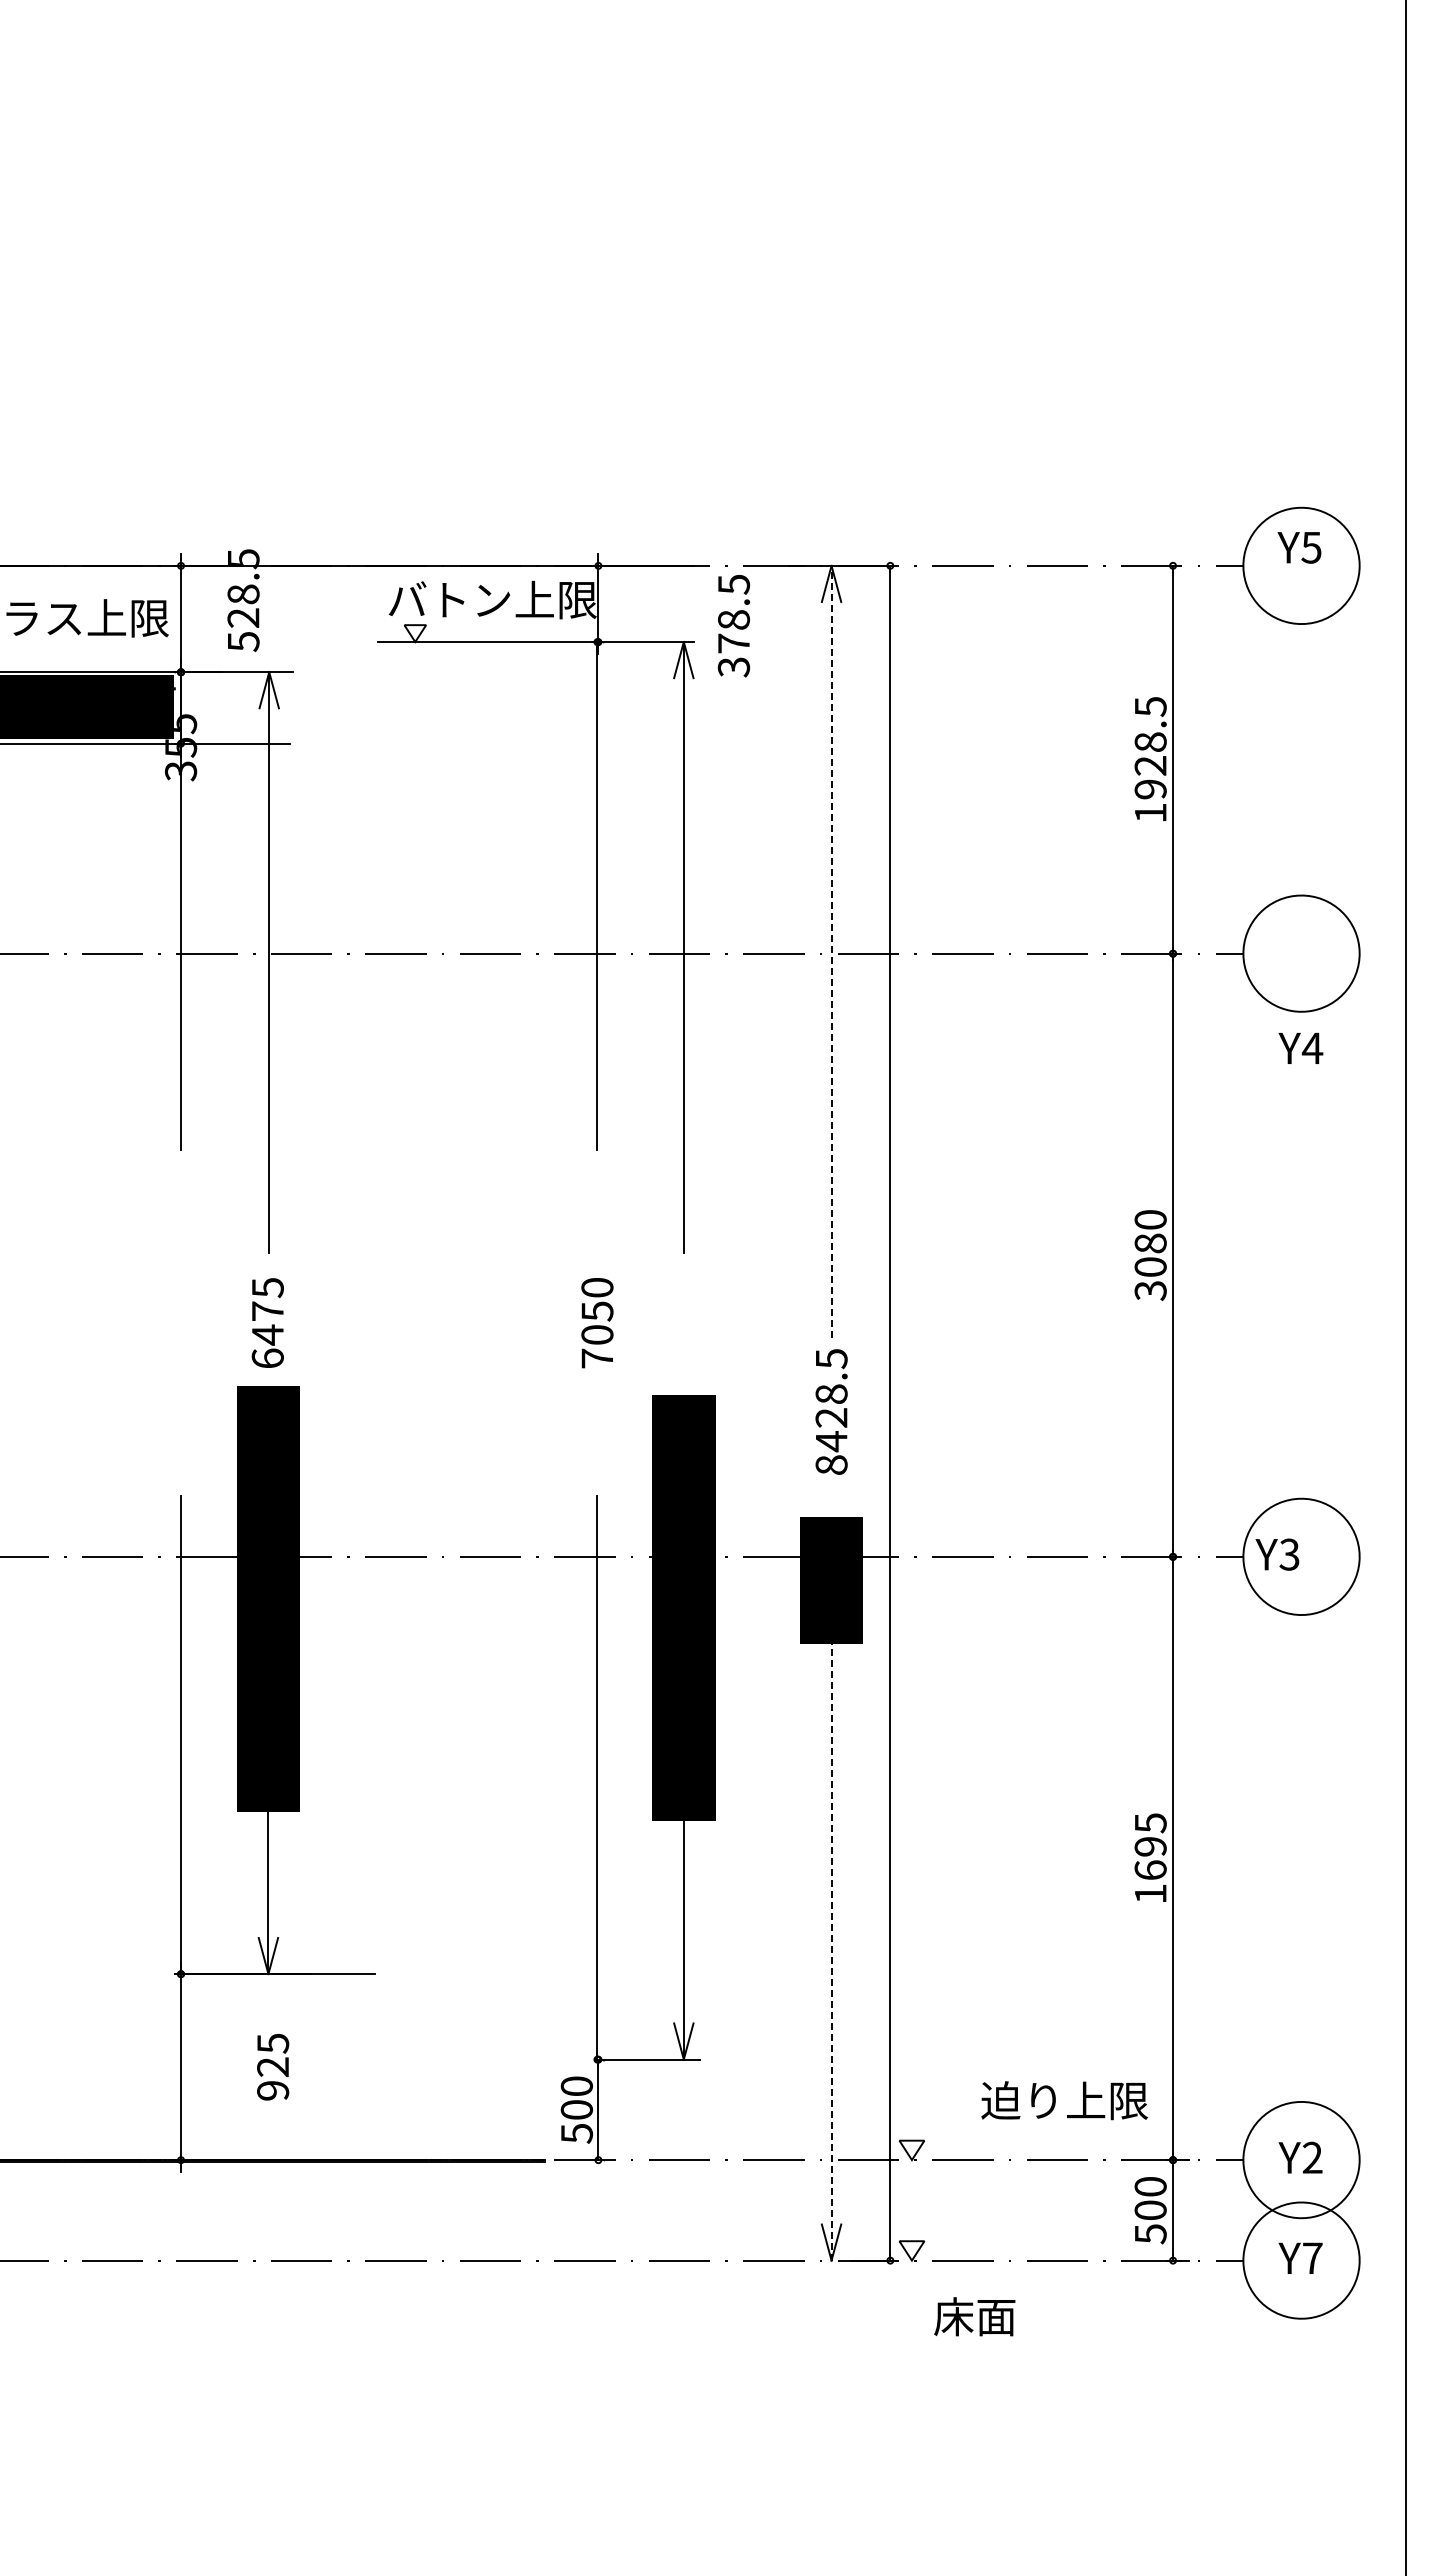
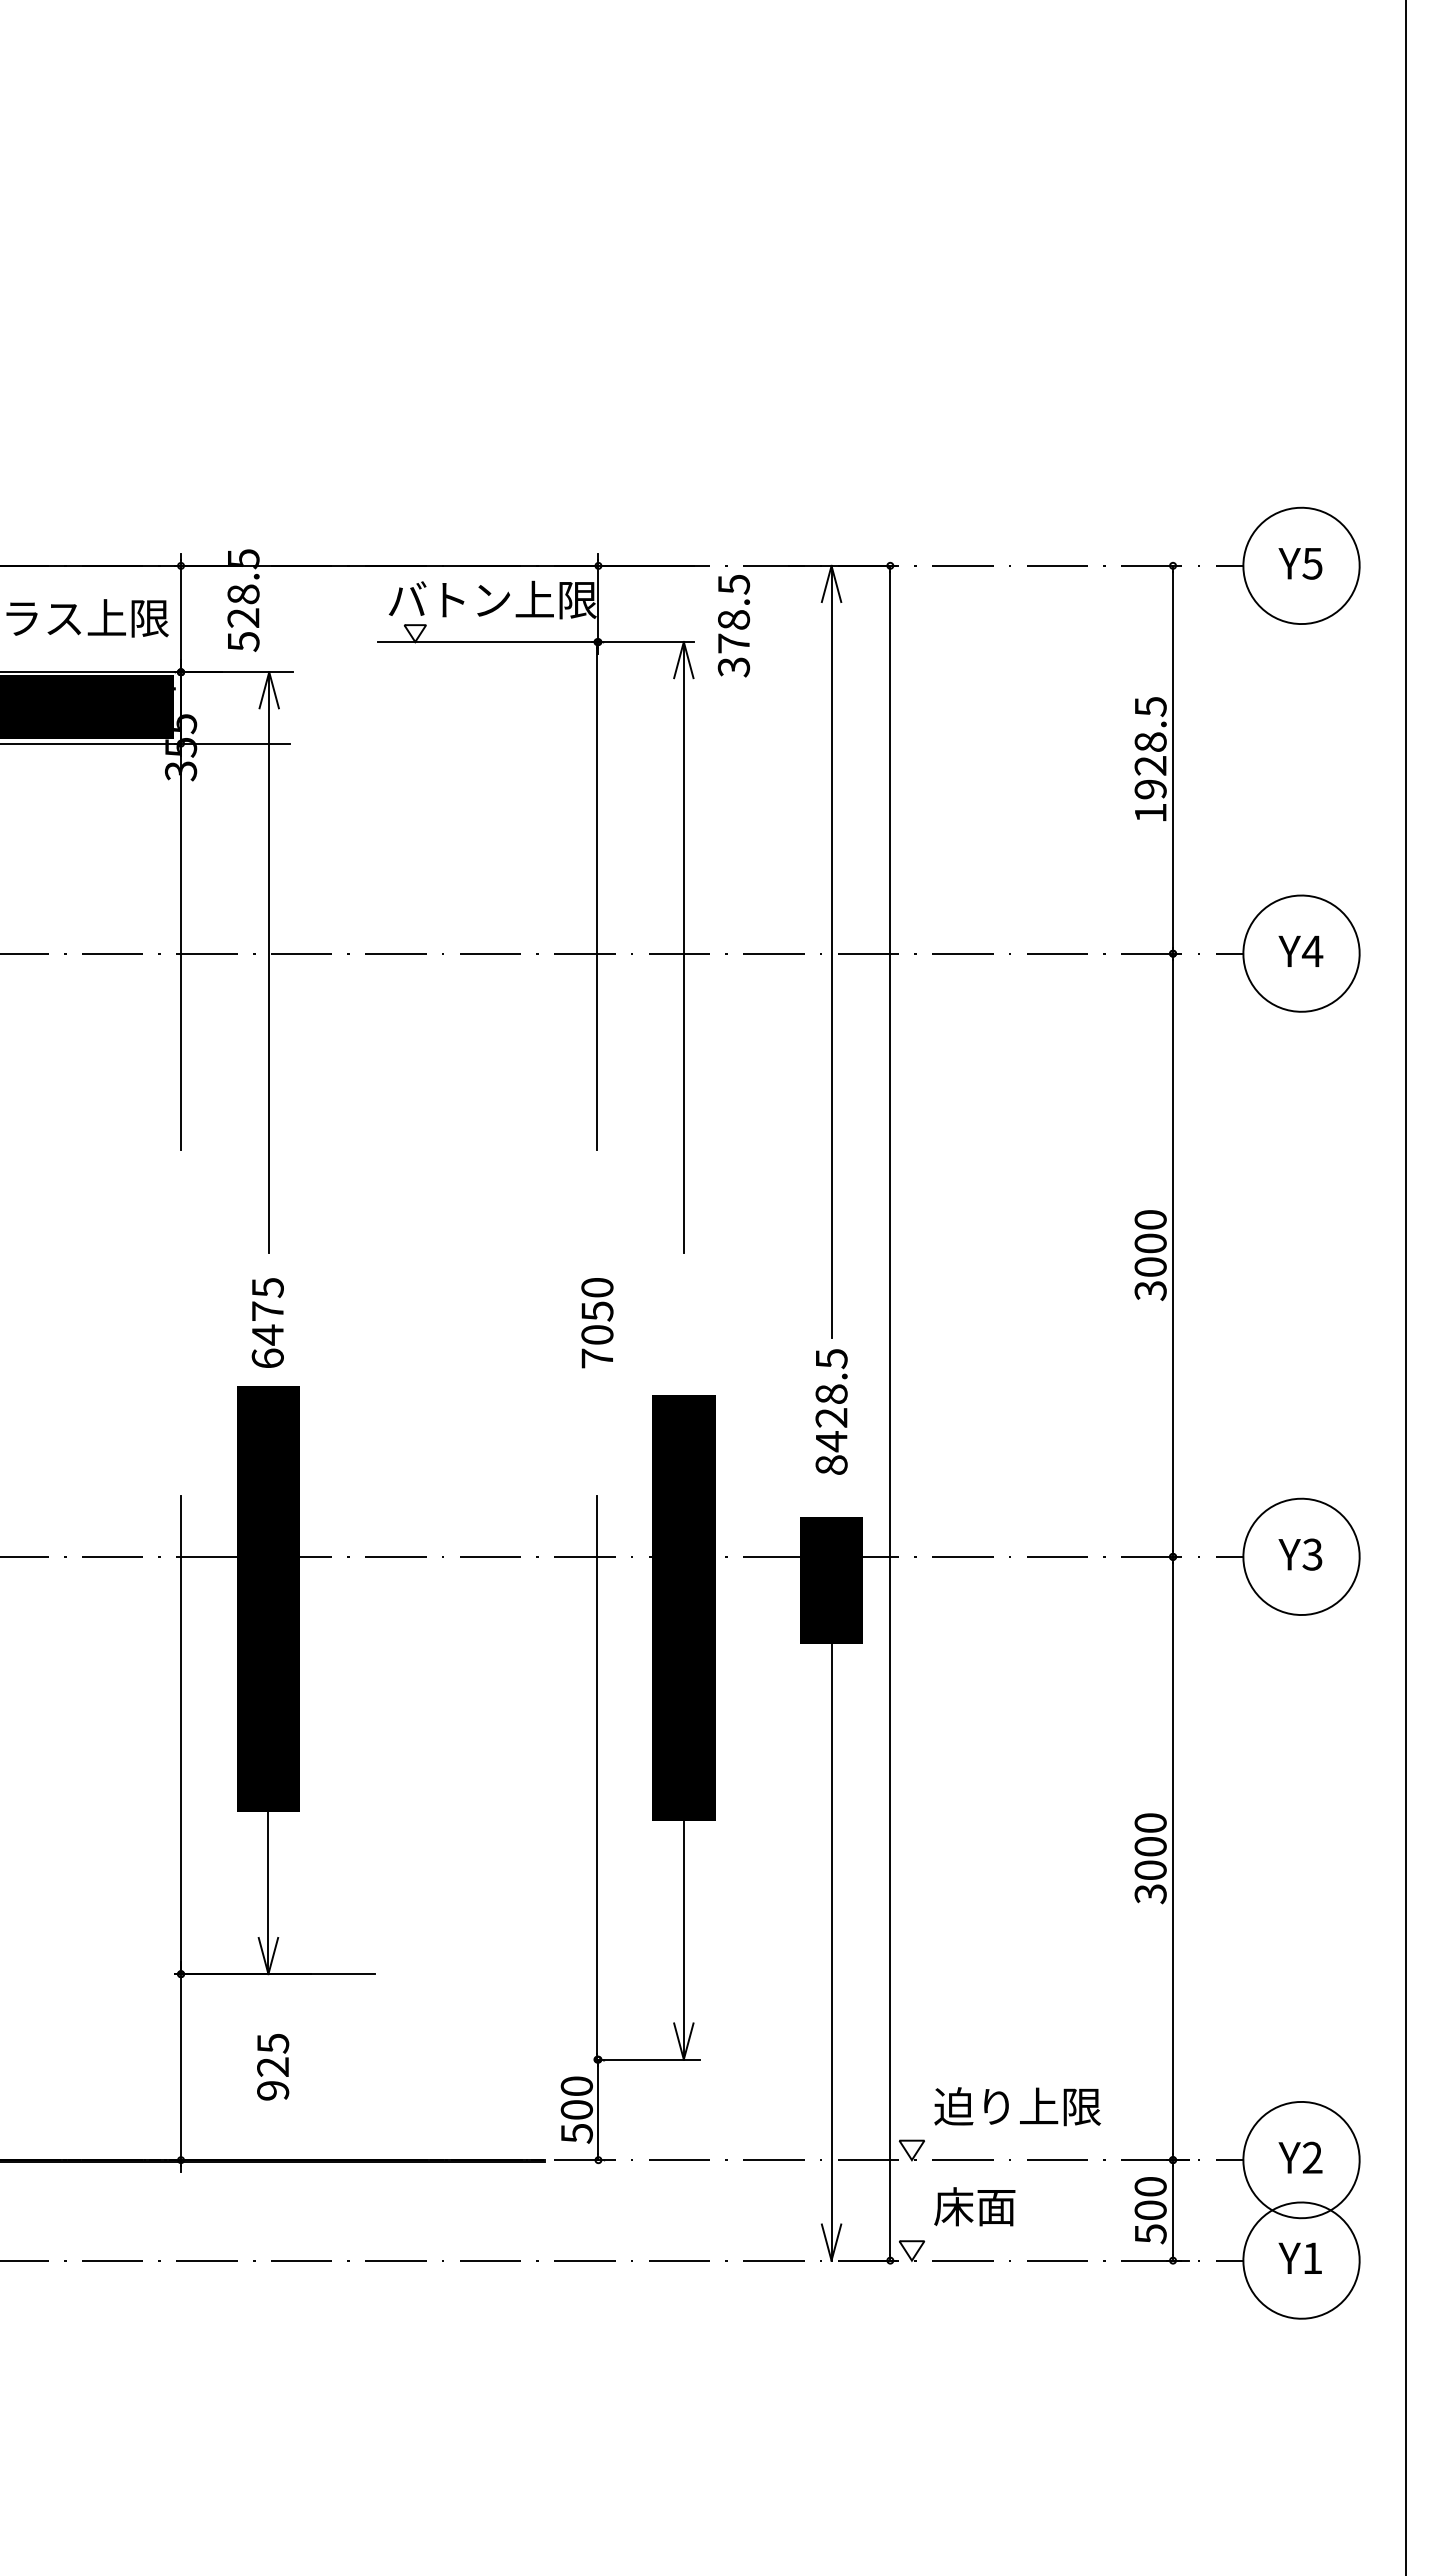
text at (1299, 547) position: (1299, 547) -> (1300, 563)
line at (831, 951): dashed -> solid
text at (1300, 1048) position: (1300, 1048) -> (1300, 951)
text at (1150, 1243): 3080 -> 3000
text at (1277, 1554) position: (1277, 1554) -> (1300, 1554)
text at (1150, 1858): 1695 -> 3000
line at (831, 1928): dashed -> solid
text at (1064, 2100) position: (1064, 2100) -> (1017, 2106)
text at (1312, 2257): Y7 -> Y1
text at (974, 2316) position: (974, 2316) -> (974, 2206)
